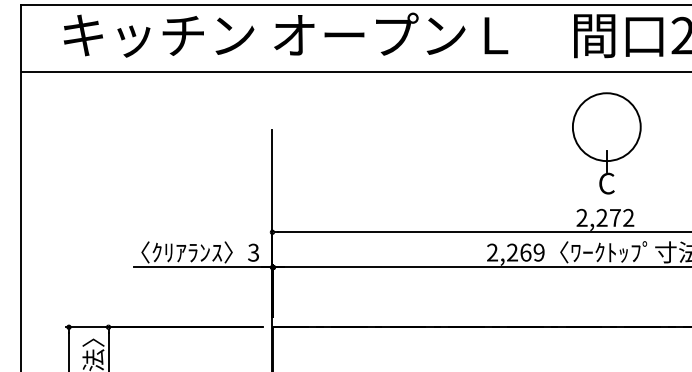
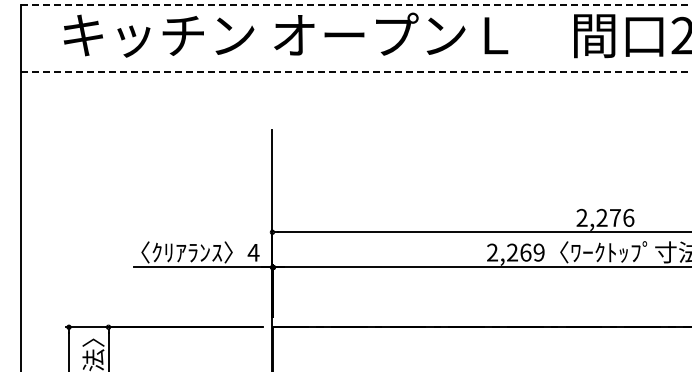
line at (356, 5): solid -> dashed
line at (356, 71): solid -> dashed
part at (606, 143): present -> none
text at (628, 217): 2,272 -> 2,276
text at (253, 252): 3 -> 4
